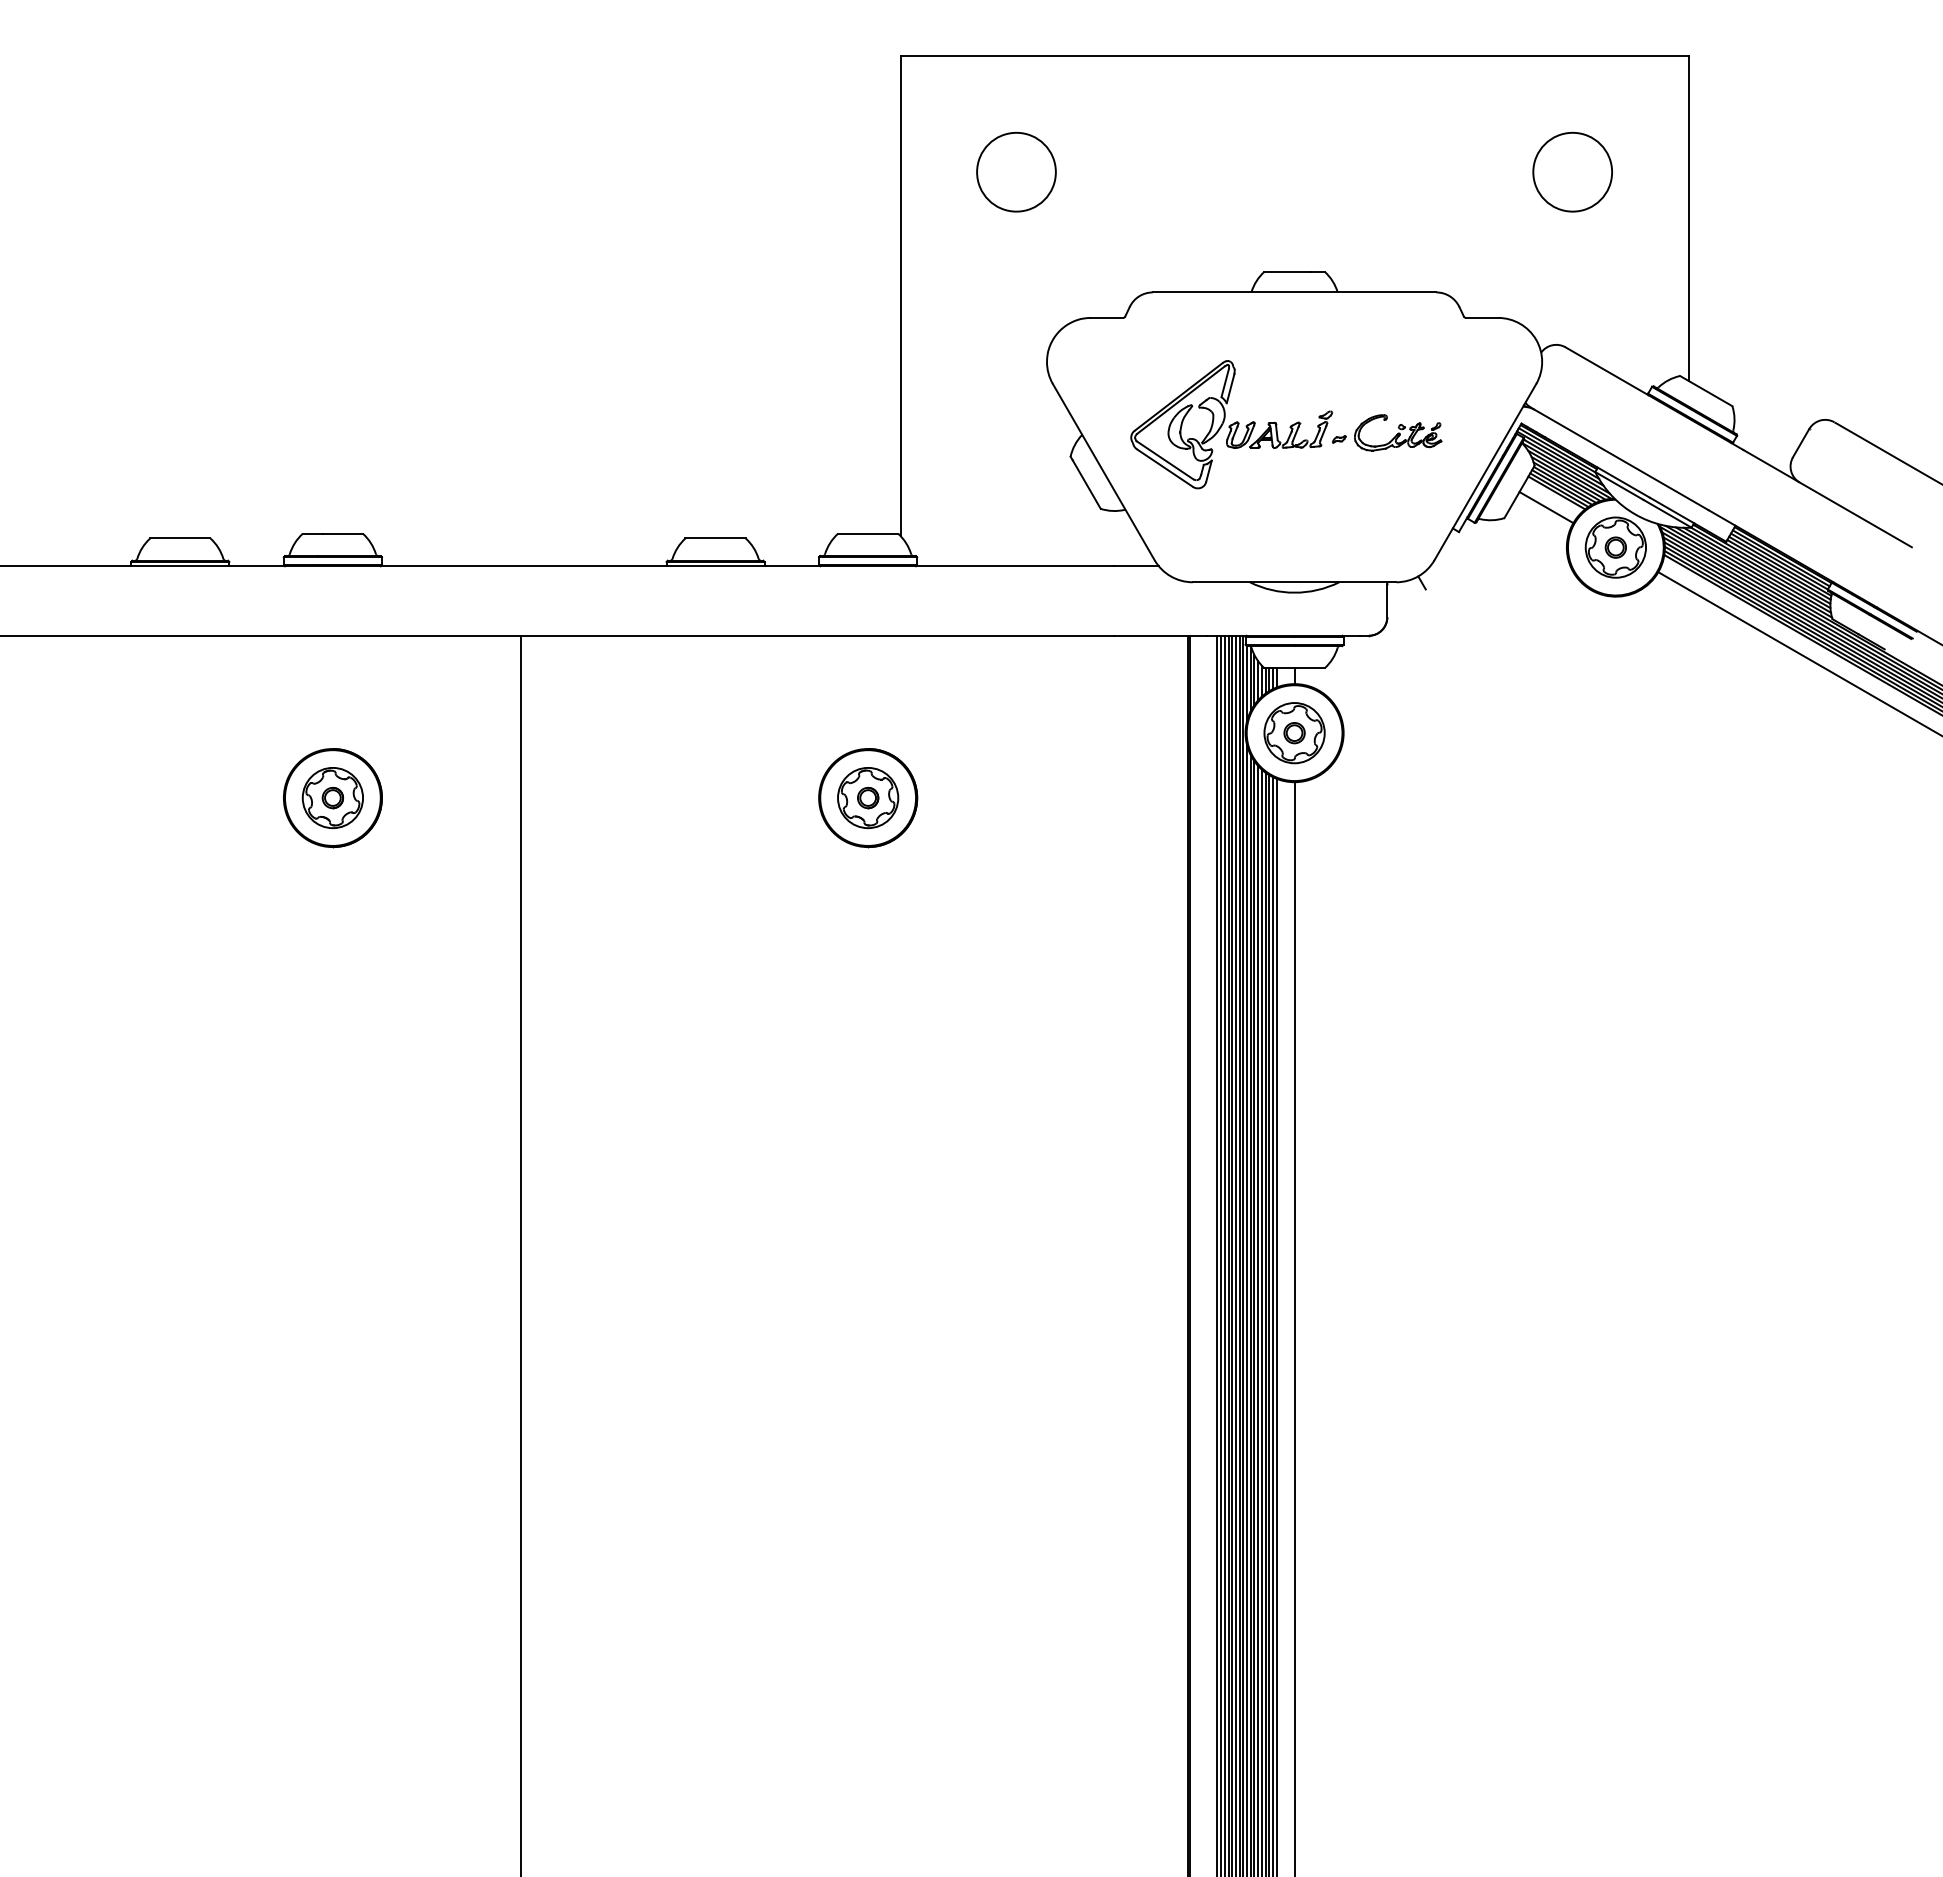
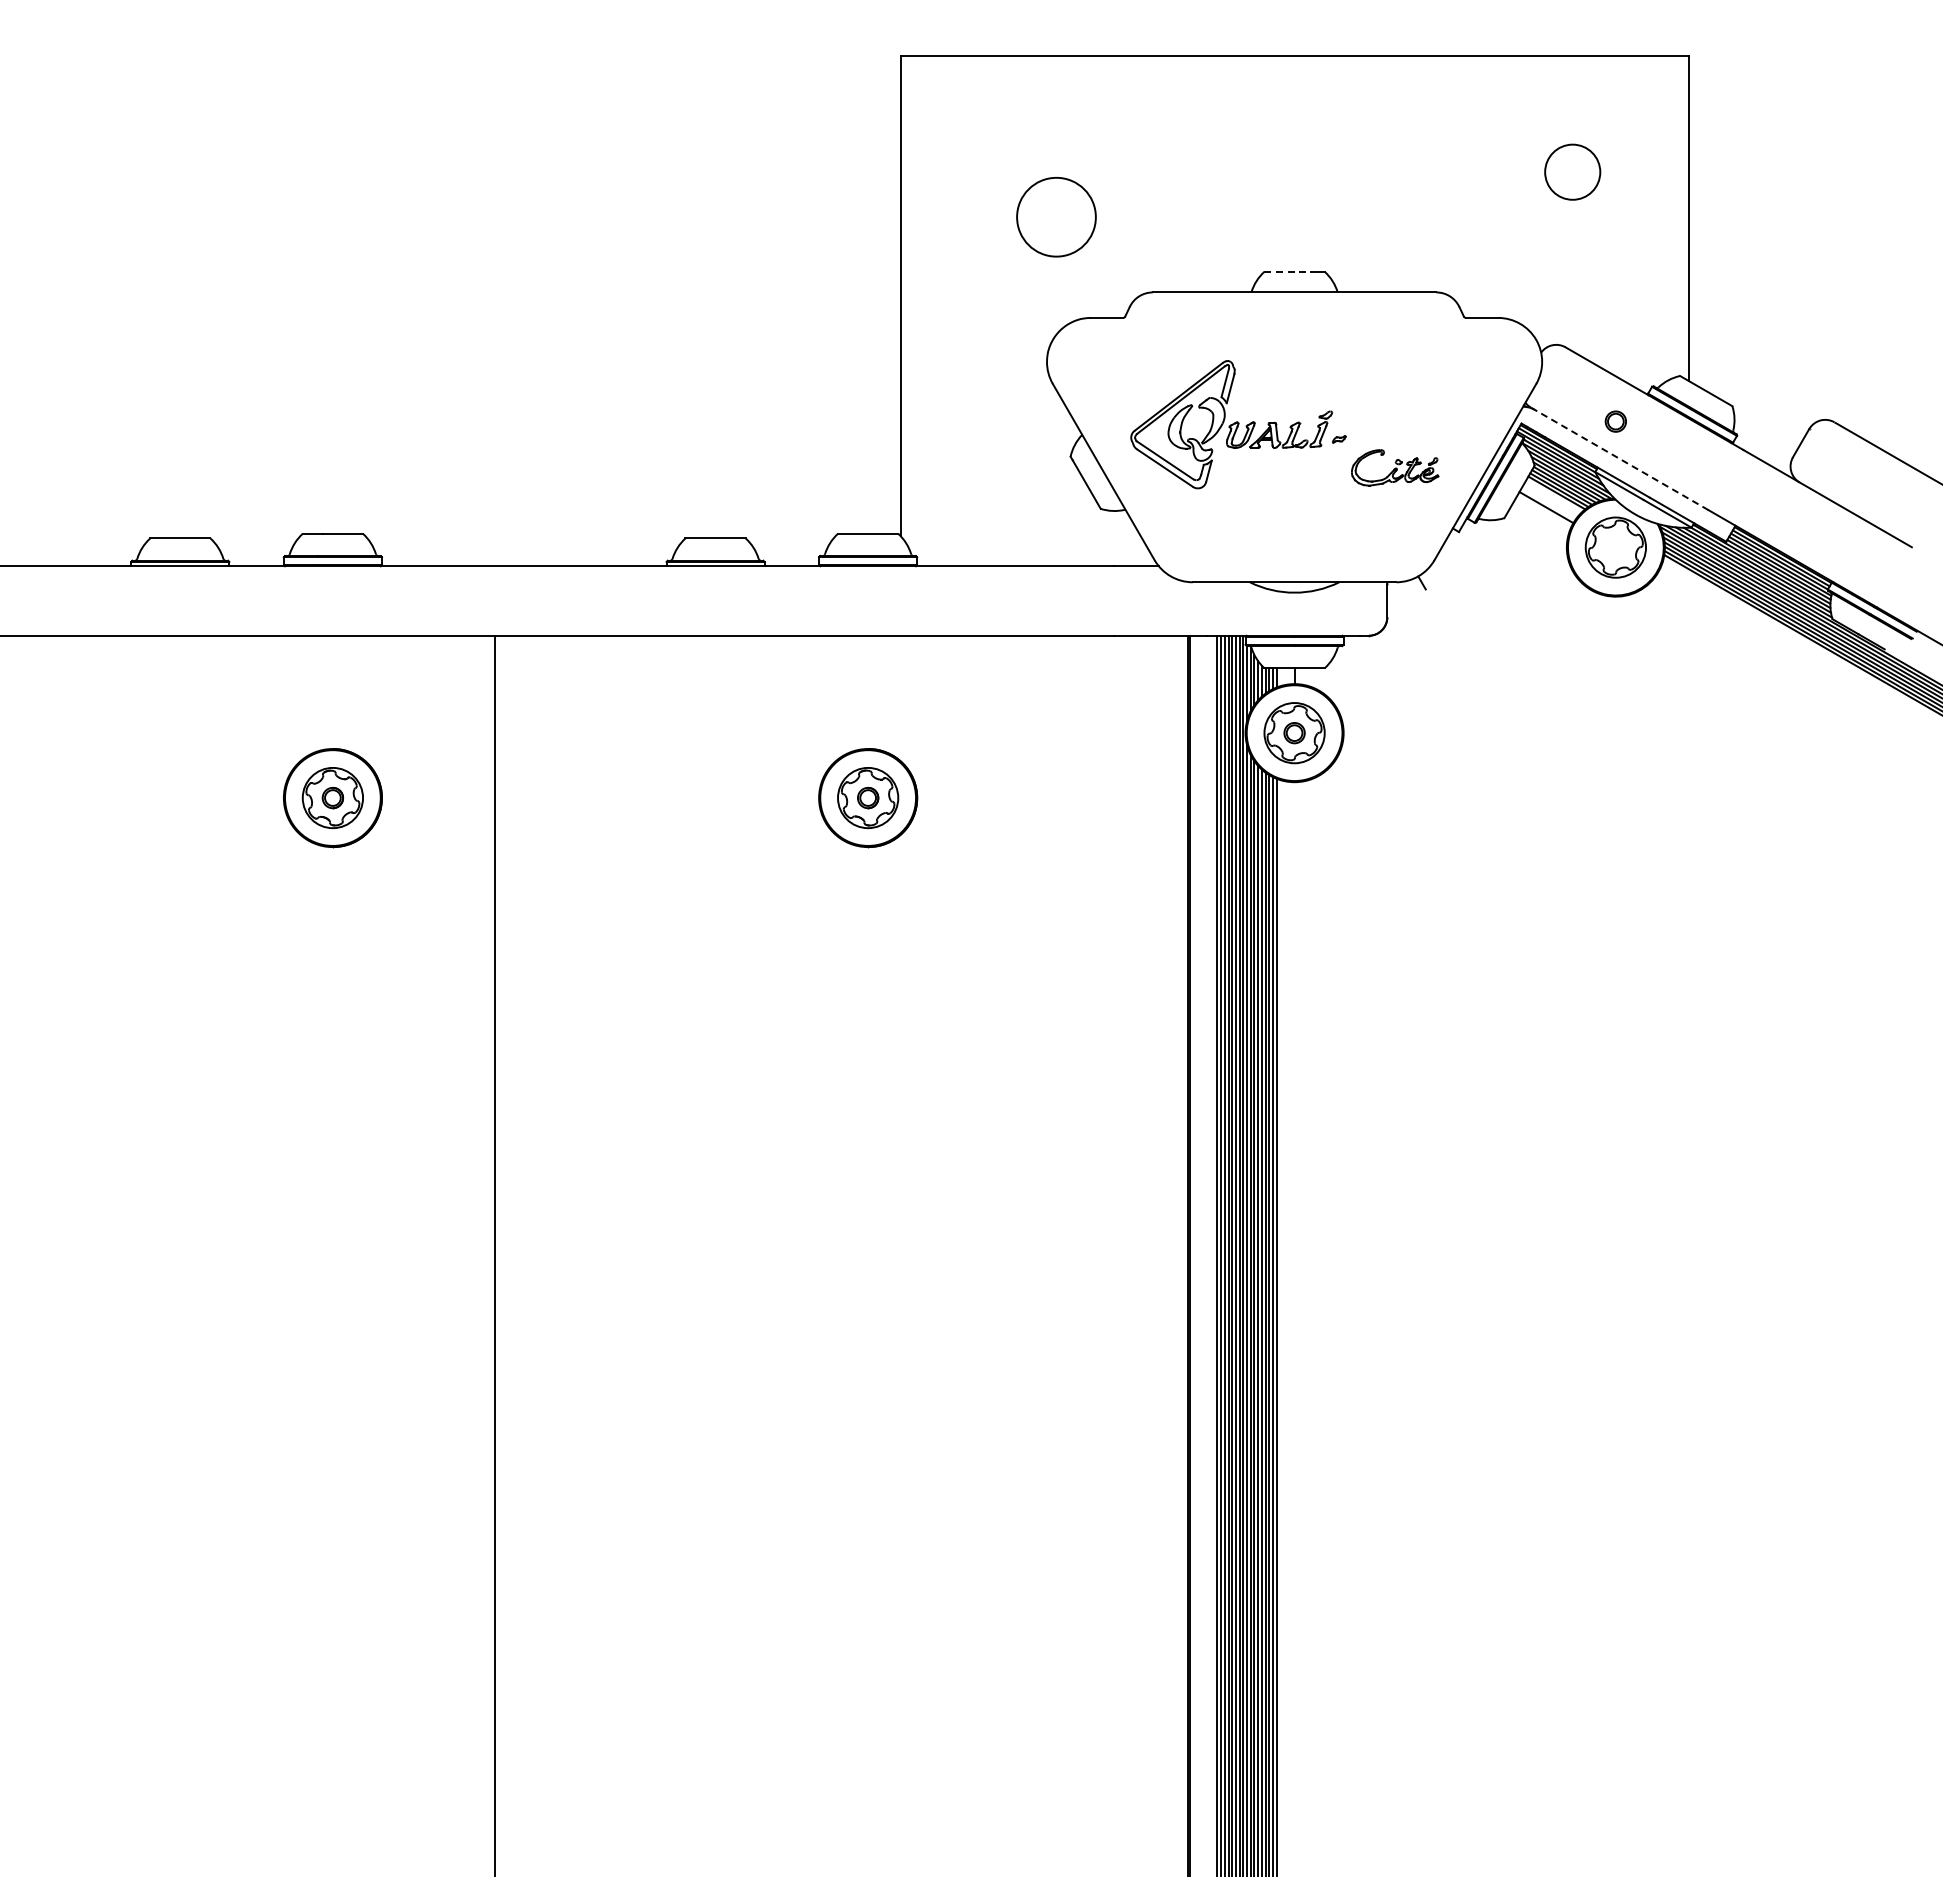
circle at (1016, 171) position: (1016, 171) -> (1056, 216)
circle at (1572, 171) diameter: 79 px -> 55 px
line at (1288, 271): solid -> dashed
part at (1398, 432) position: (1398, 432) -> (1395, 467)
line at (1619, 458): solid -> dashed
part at (1615, 547) position: (1615, 547) -> (1615, 421)
line at (1798, 653): present -> none
line at (520, 1254) position: (520, 1254) -> (494, 1254)
line at (1294, 1327): present -> none
